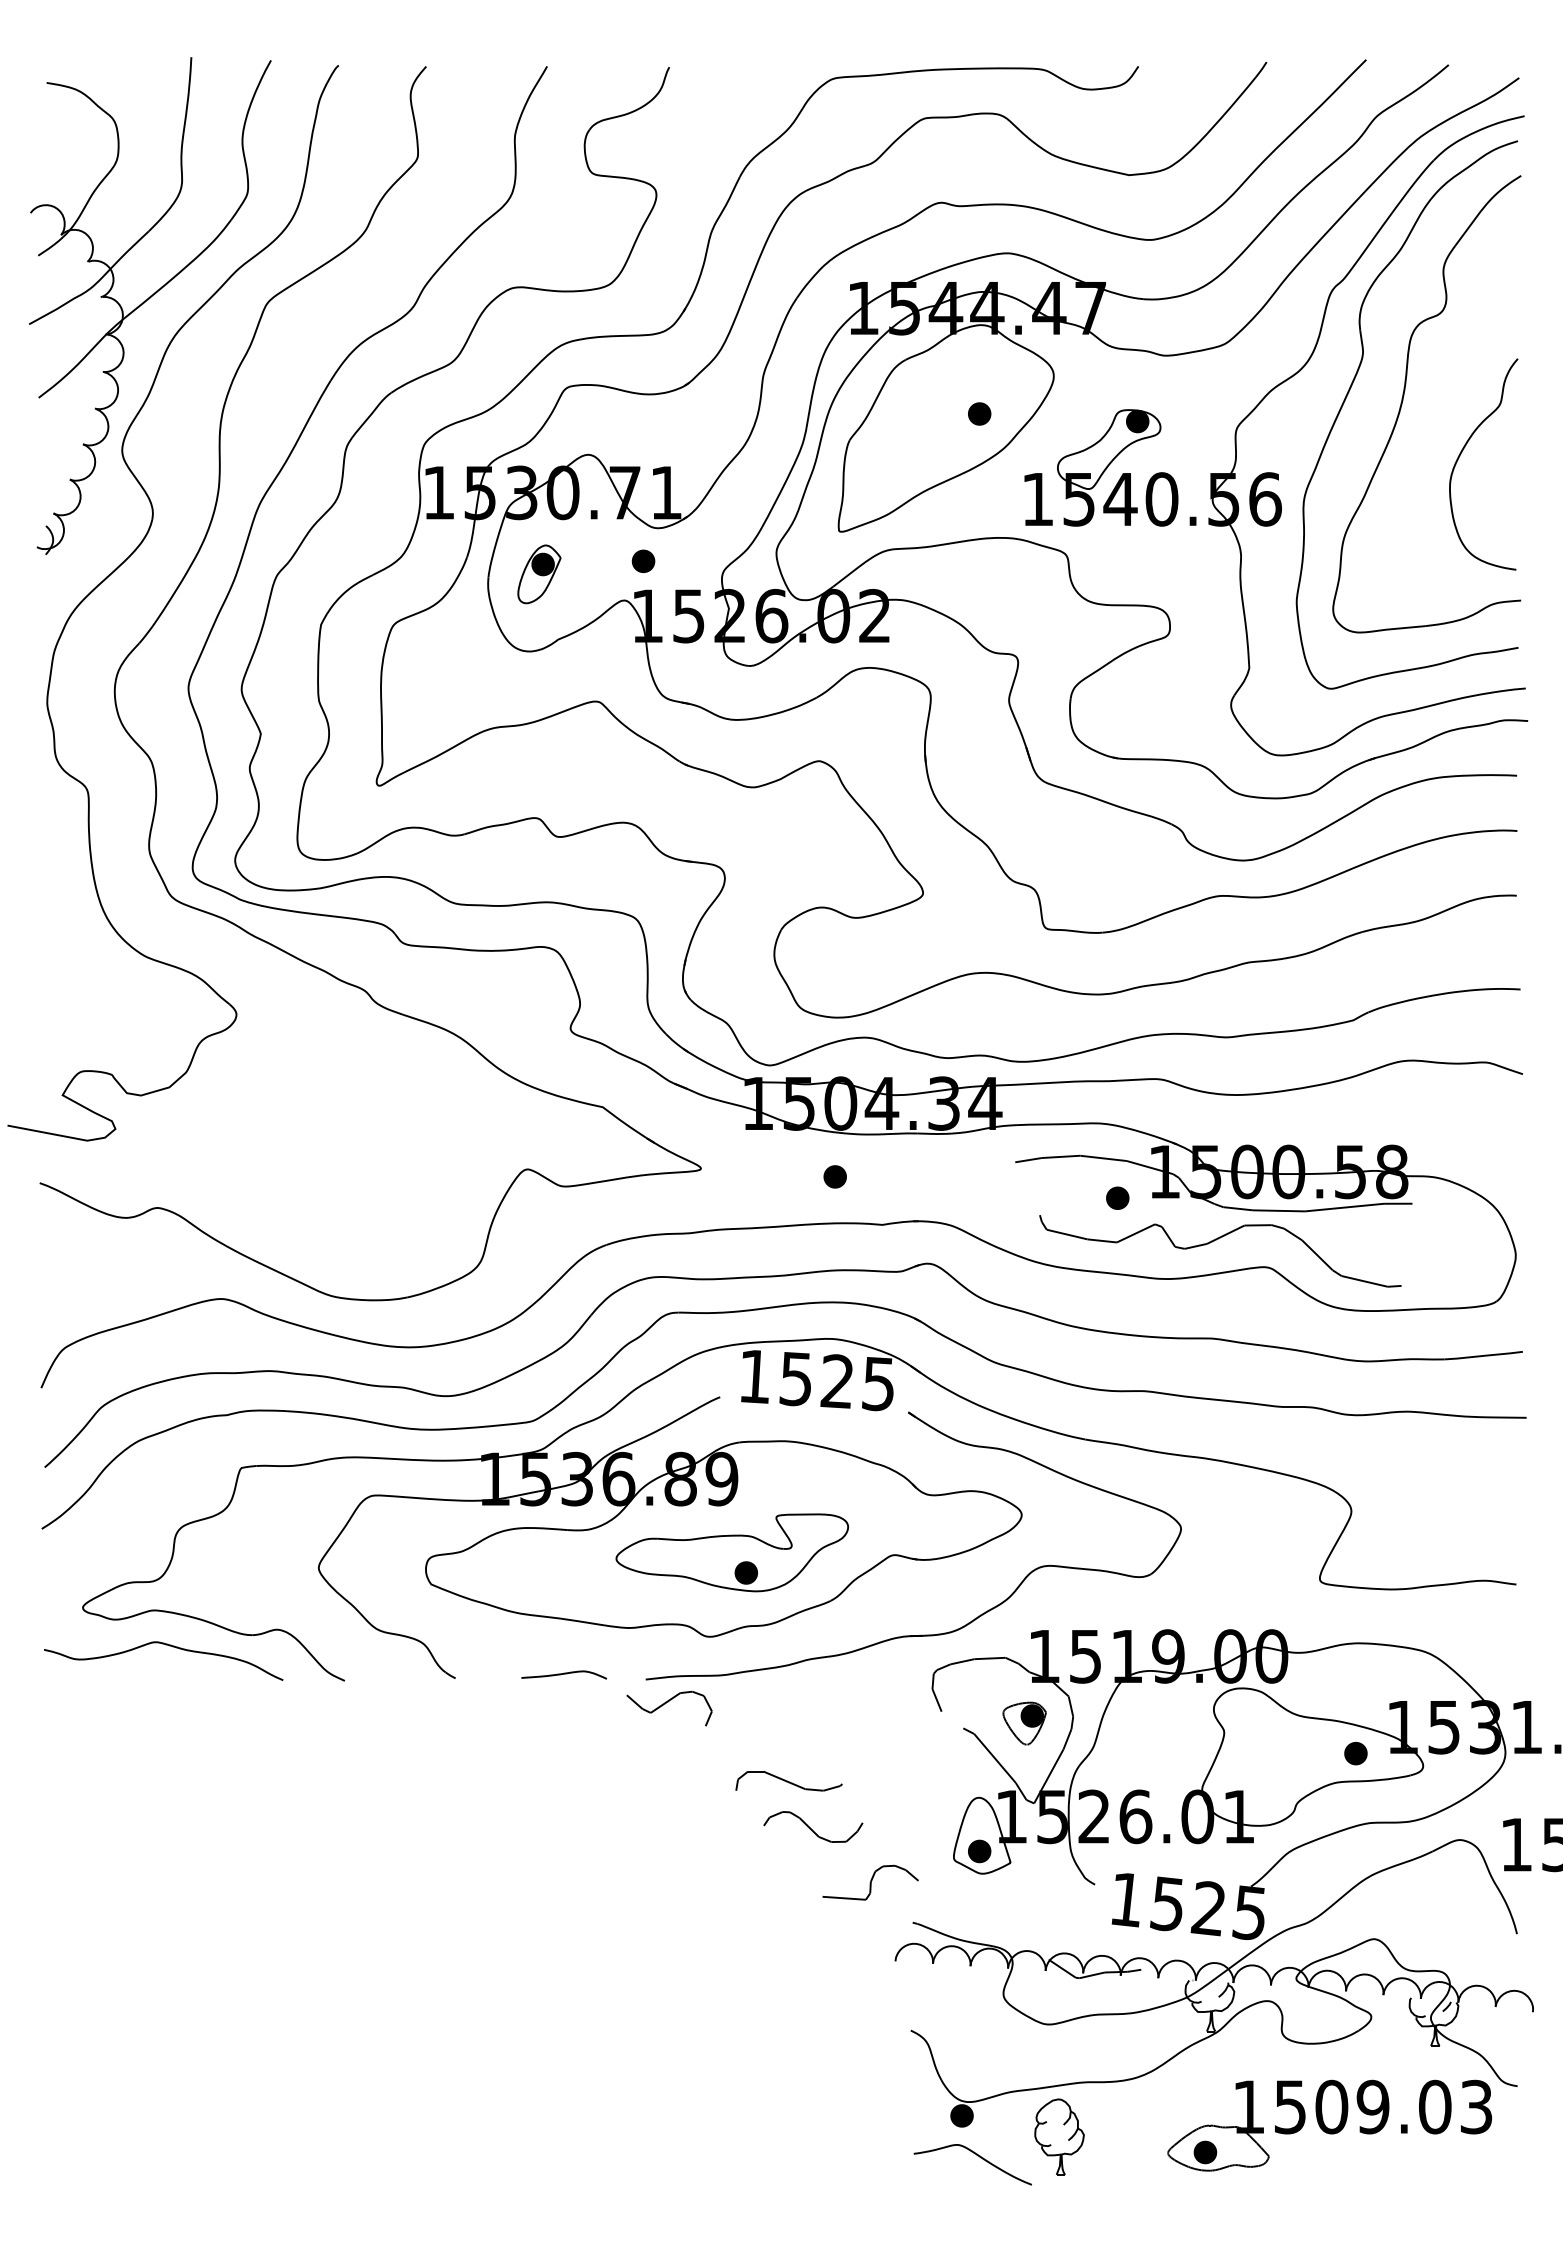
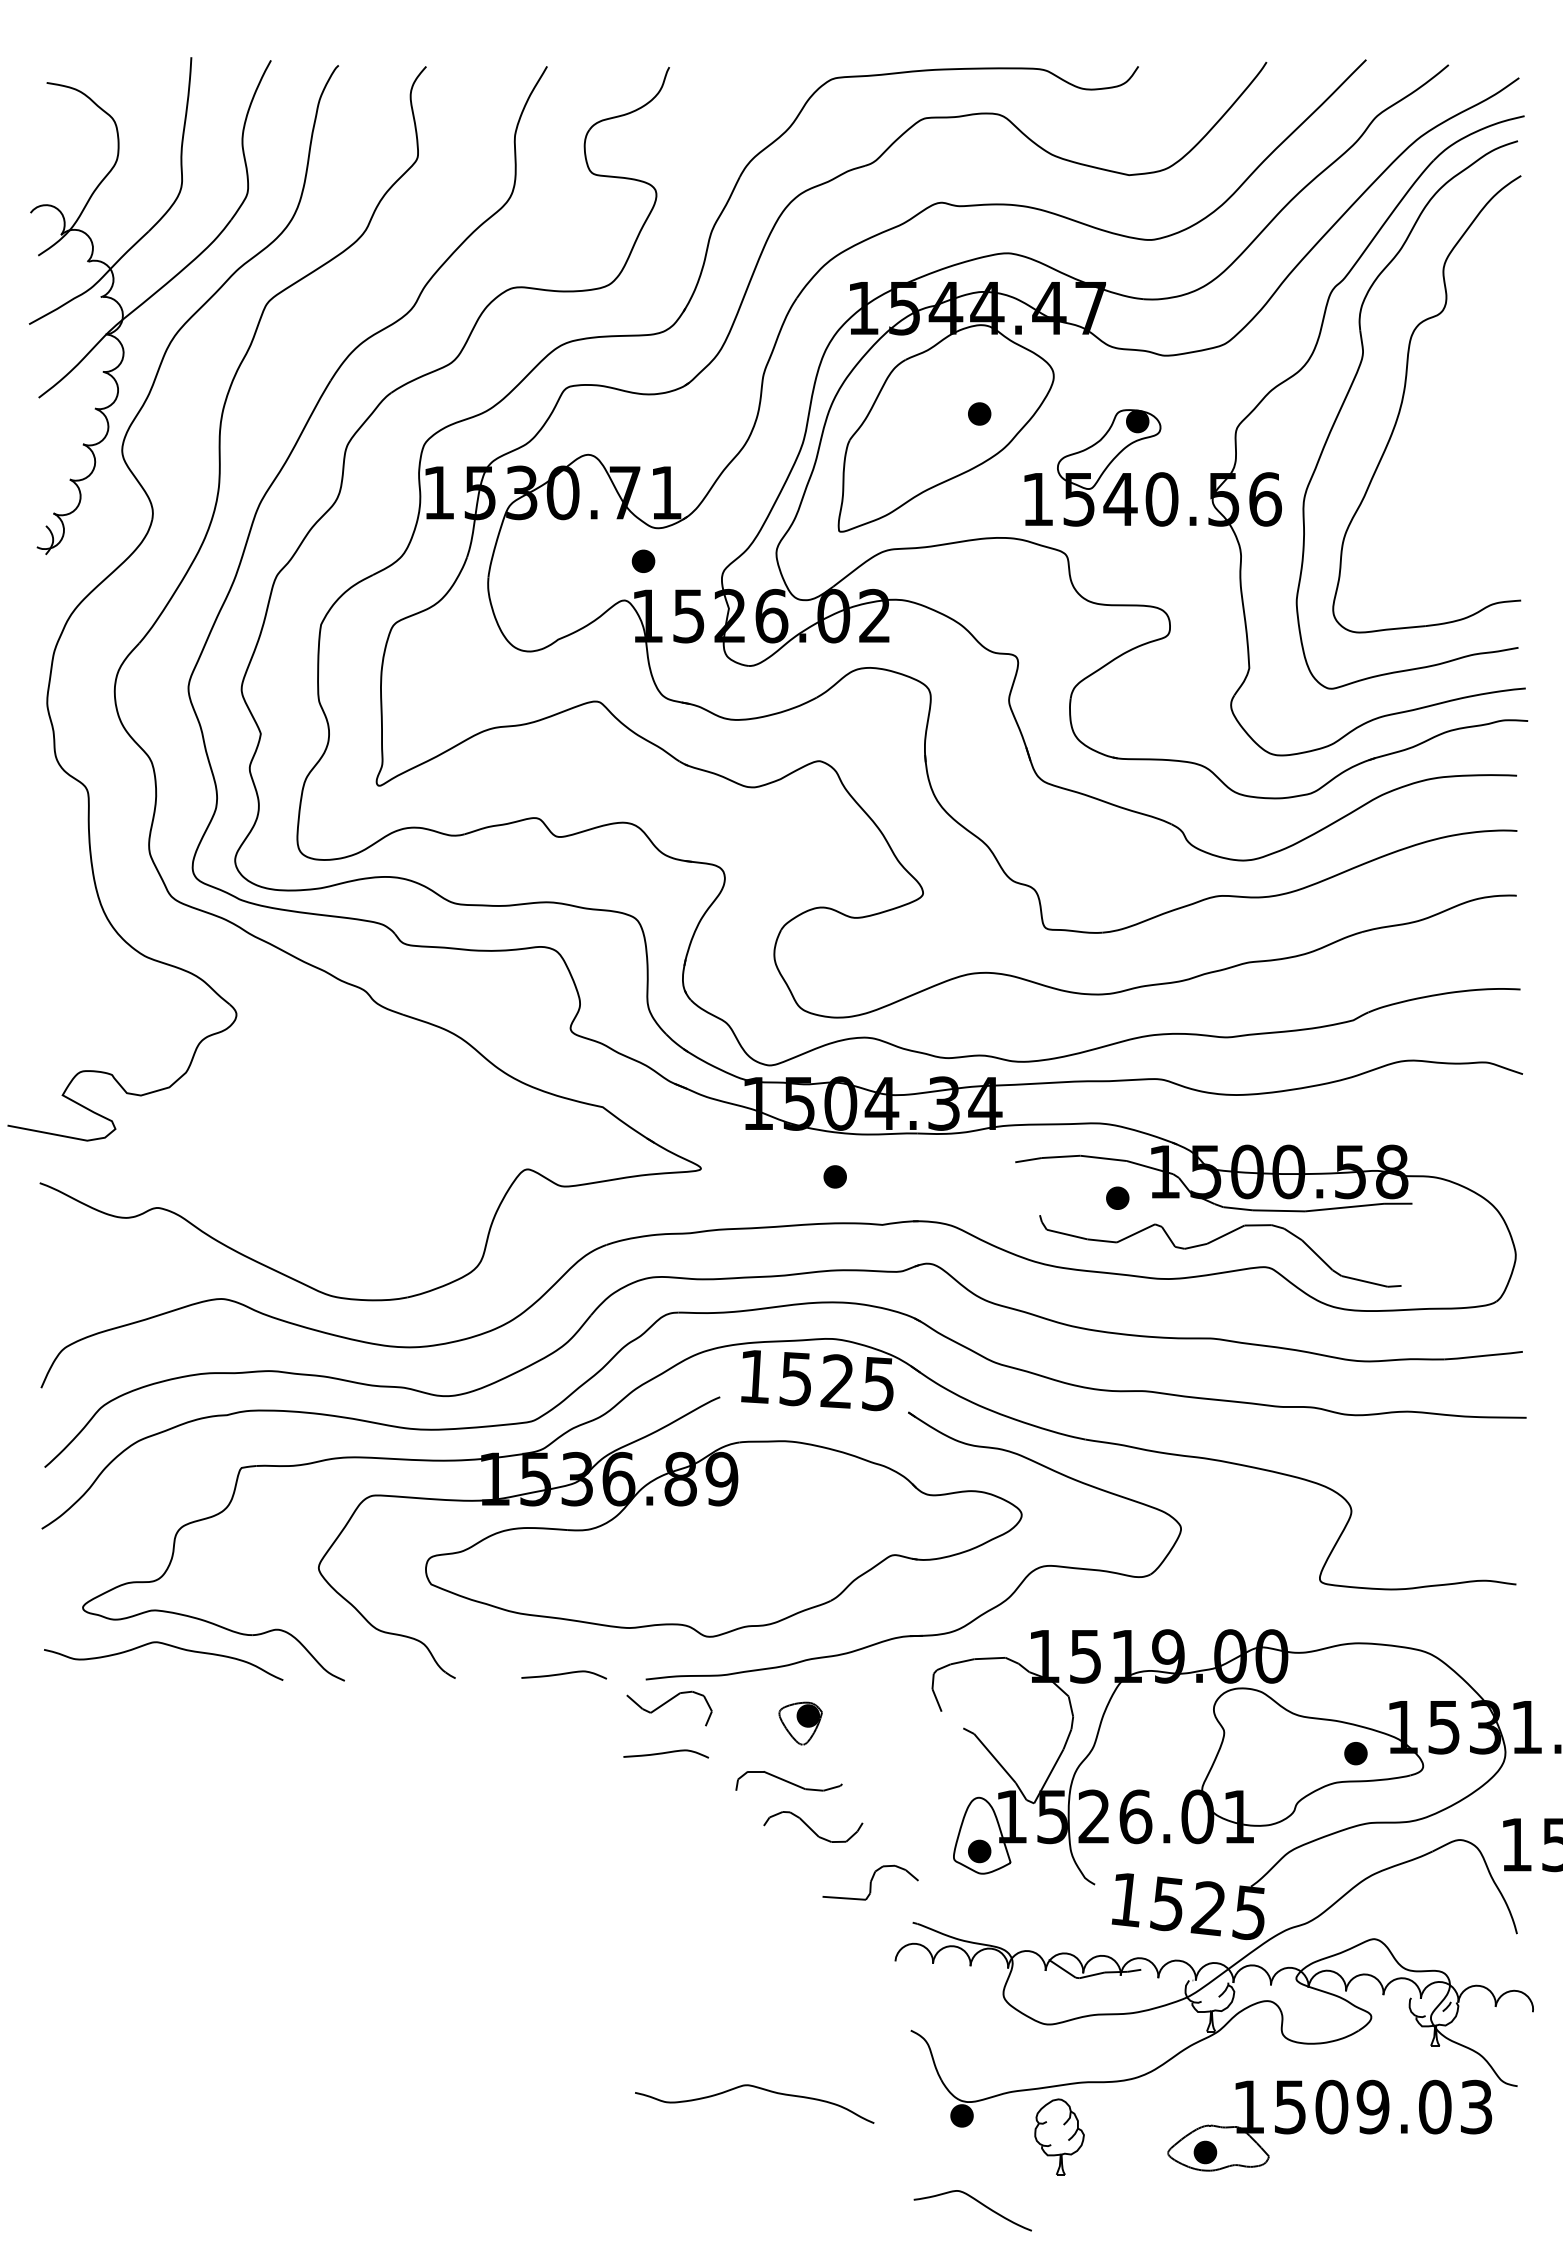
curve at (1461, 454): present -> none
part at (539, 574): present -> none
part at (732, 1552): present -> none
part at (1024, 1723) position: (1024, 1723) -> (800, 1723)
curve at (666, 1753): none -> present
curve at (756, 2088): none -> present
curve at (977, 2156) position: (977, 2156) -> (977, 2202)
